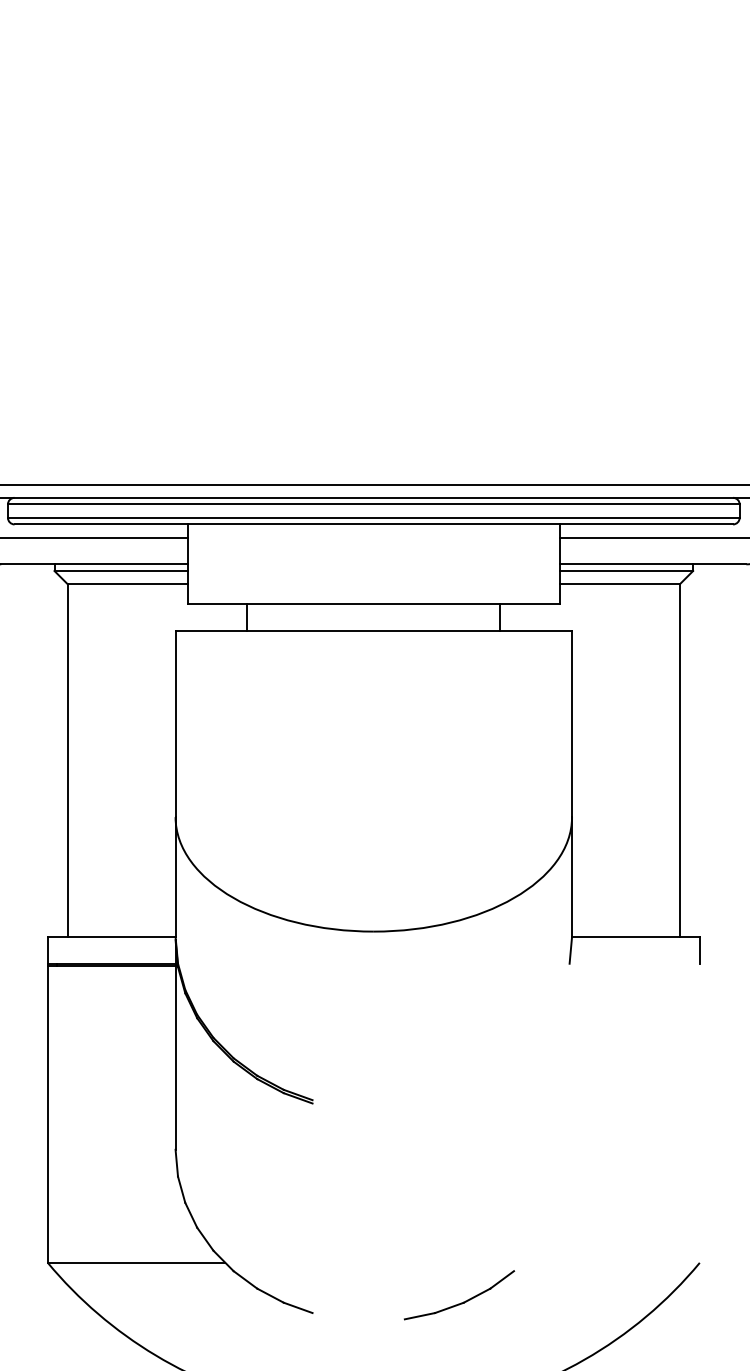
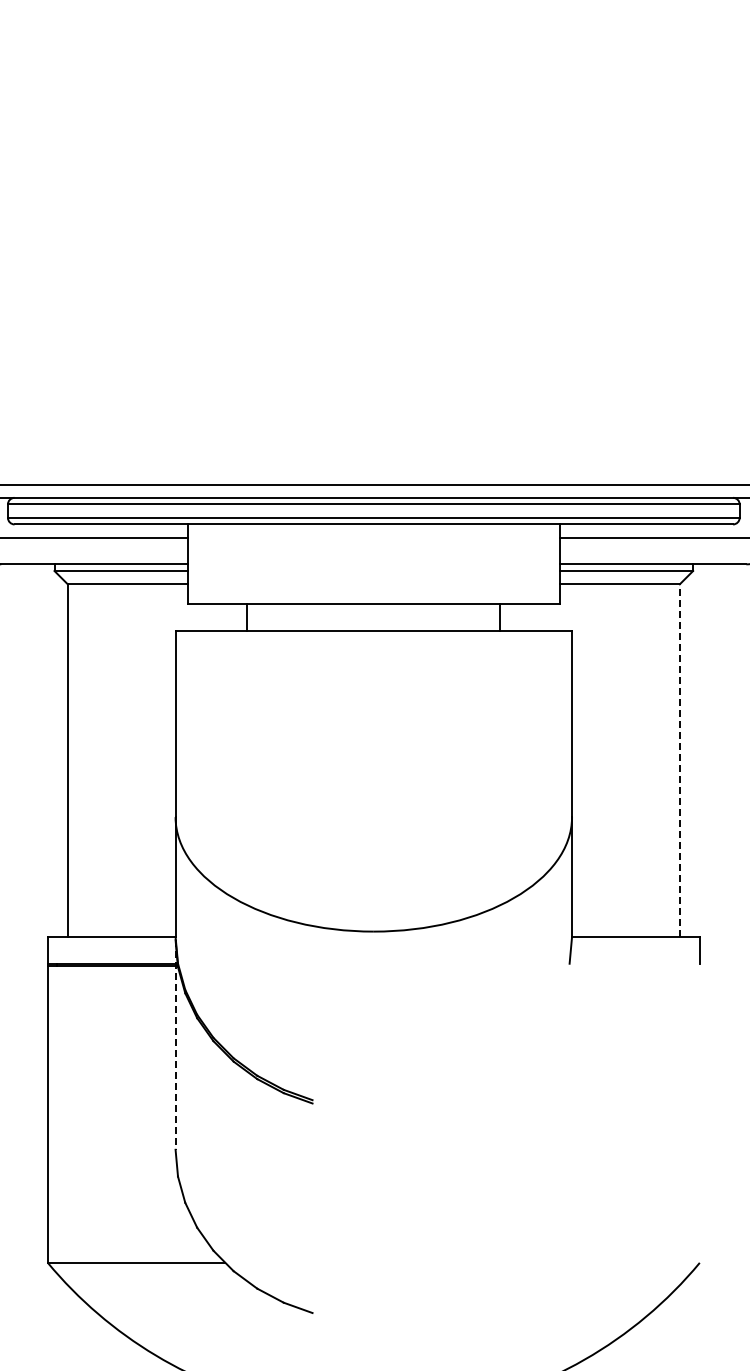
line at (679, 760): solid -> dashed
line at (175, 1045): solid -> dashed
part at (463, 1301): present -> none
